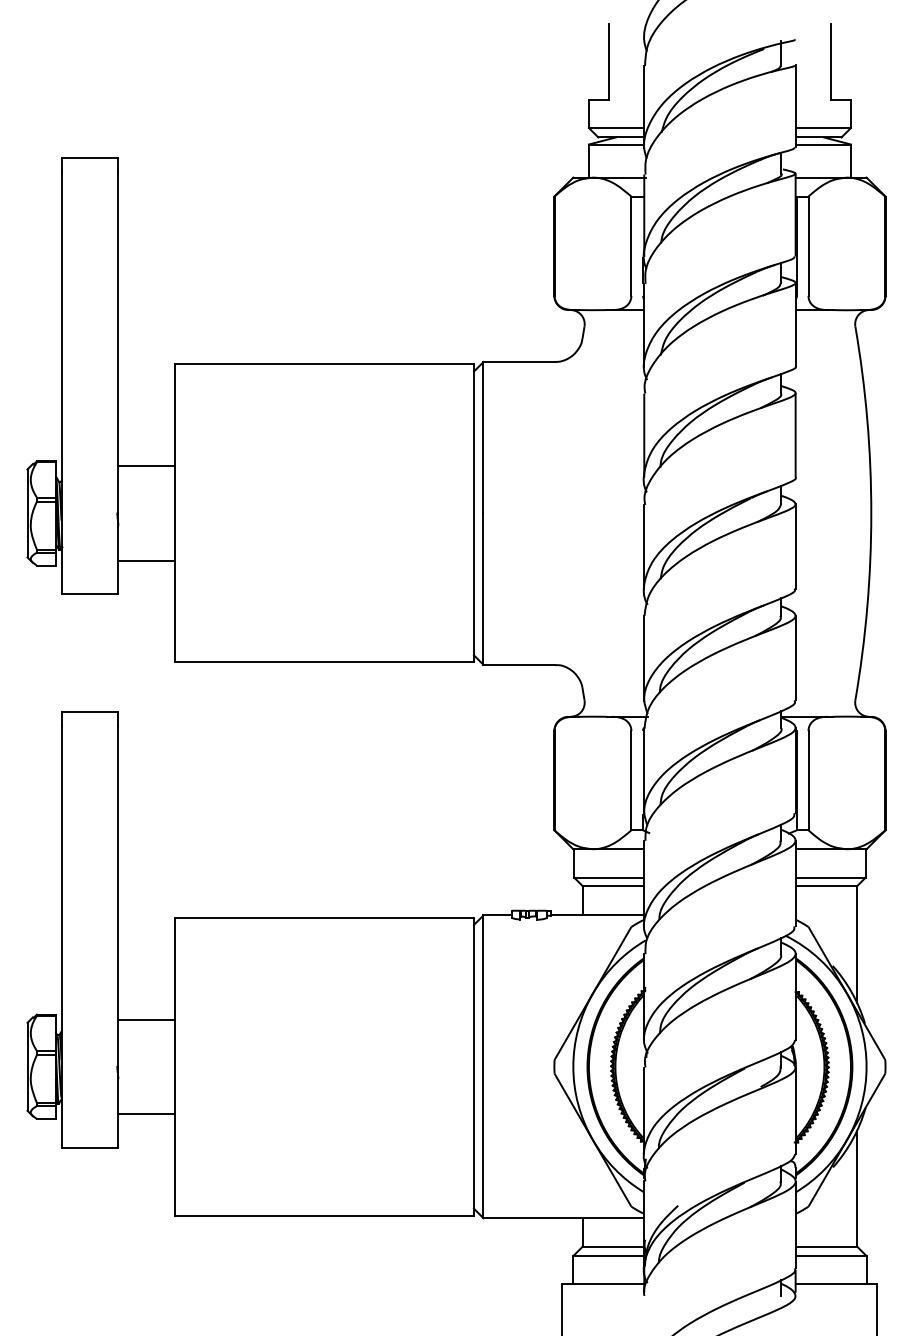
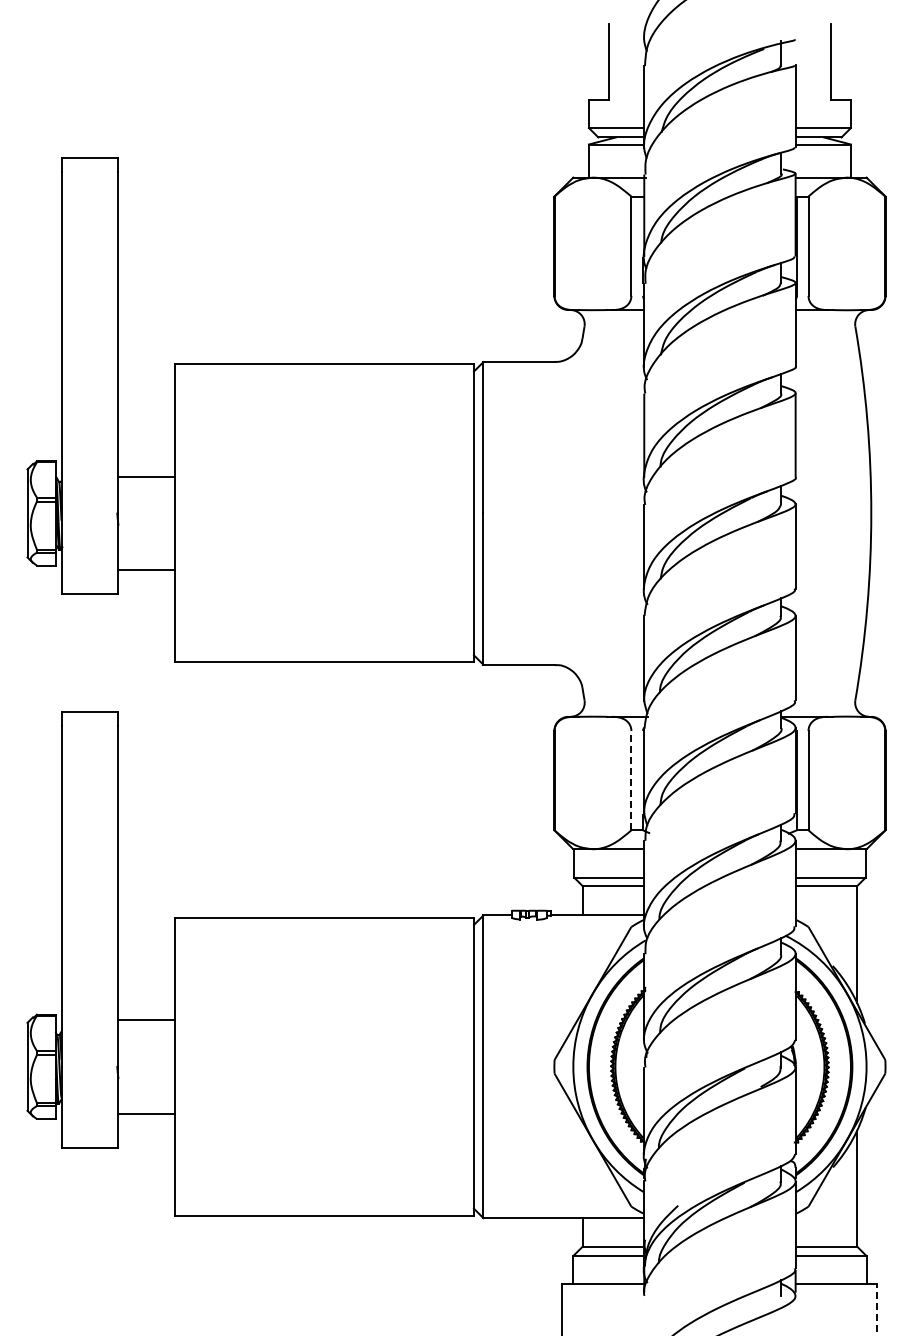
line at (146, 466) position: (146, 466) -> (146, 477)
line at (146, 560) position: (146, 560) -> (146, 569)
line at (631, 780): solid -> dashed
line at (877, 1309): solid -> dashed
